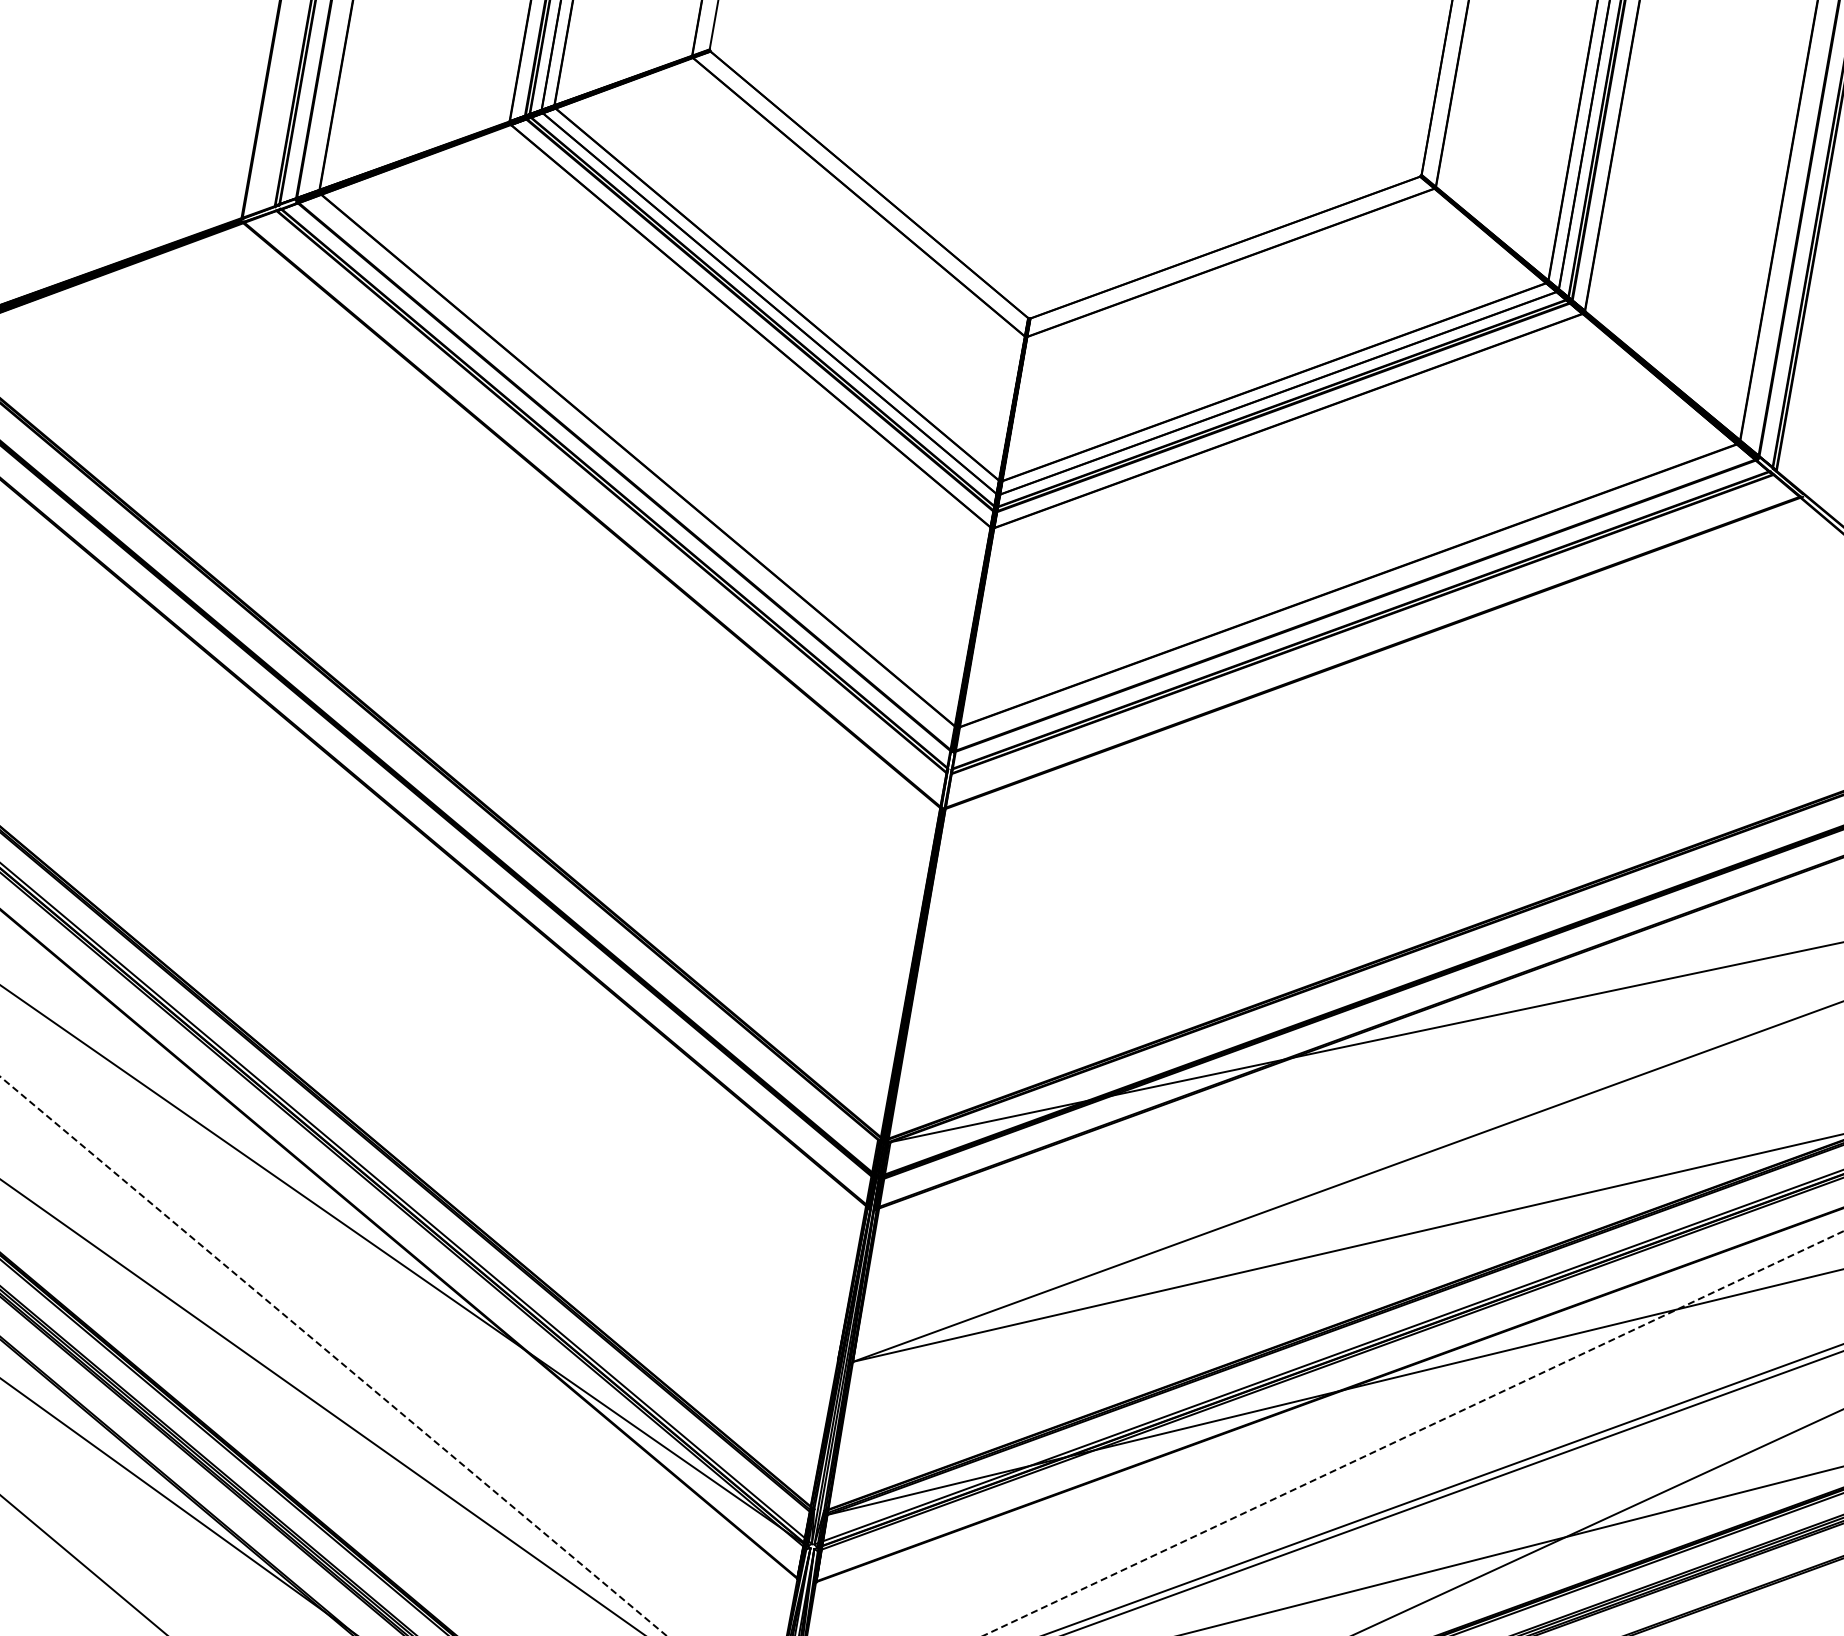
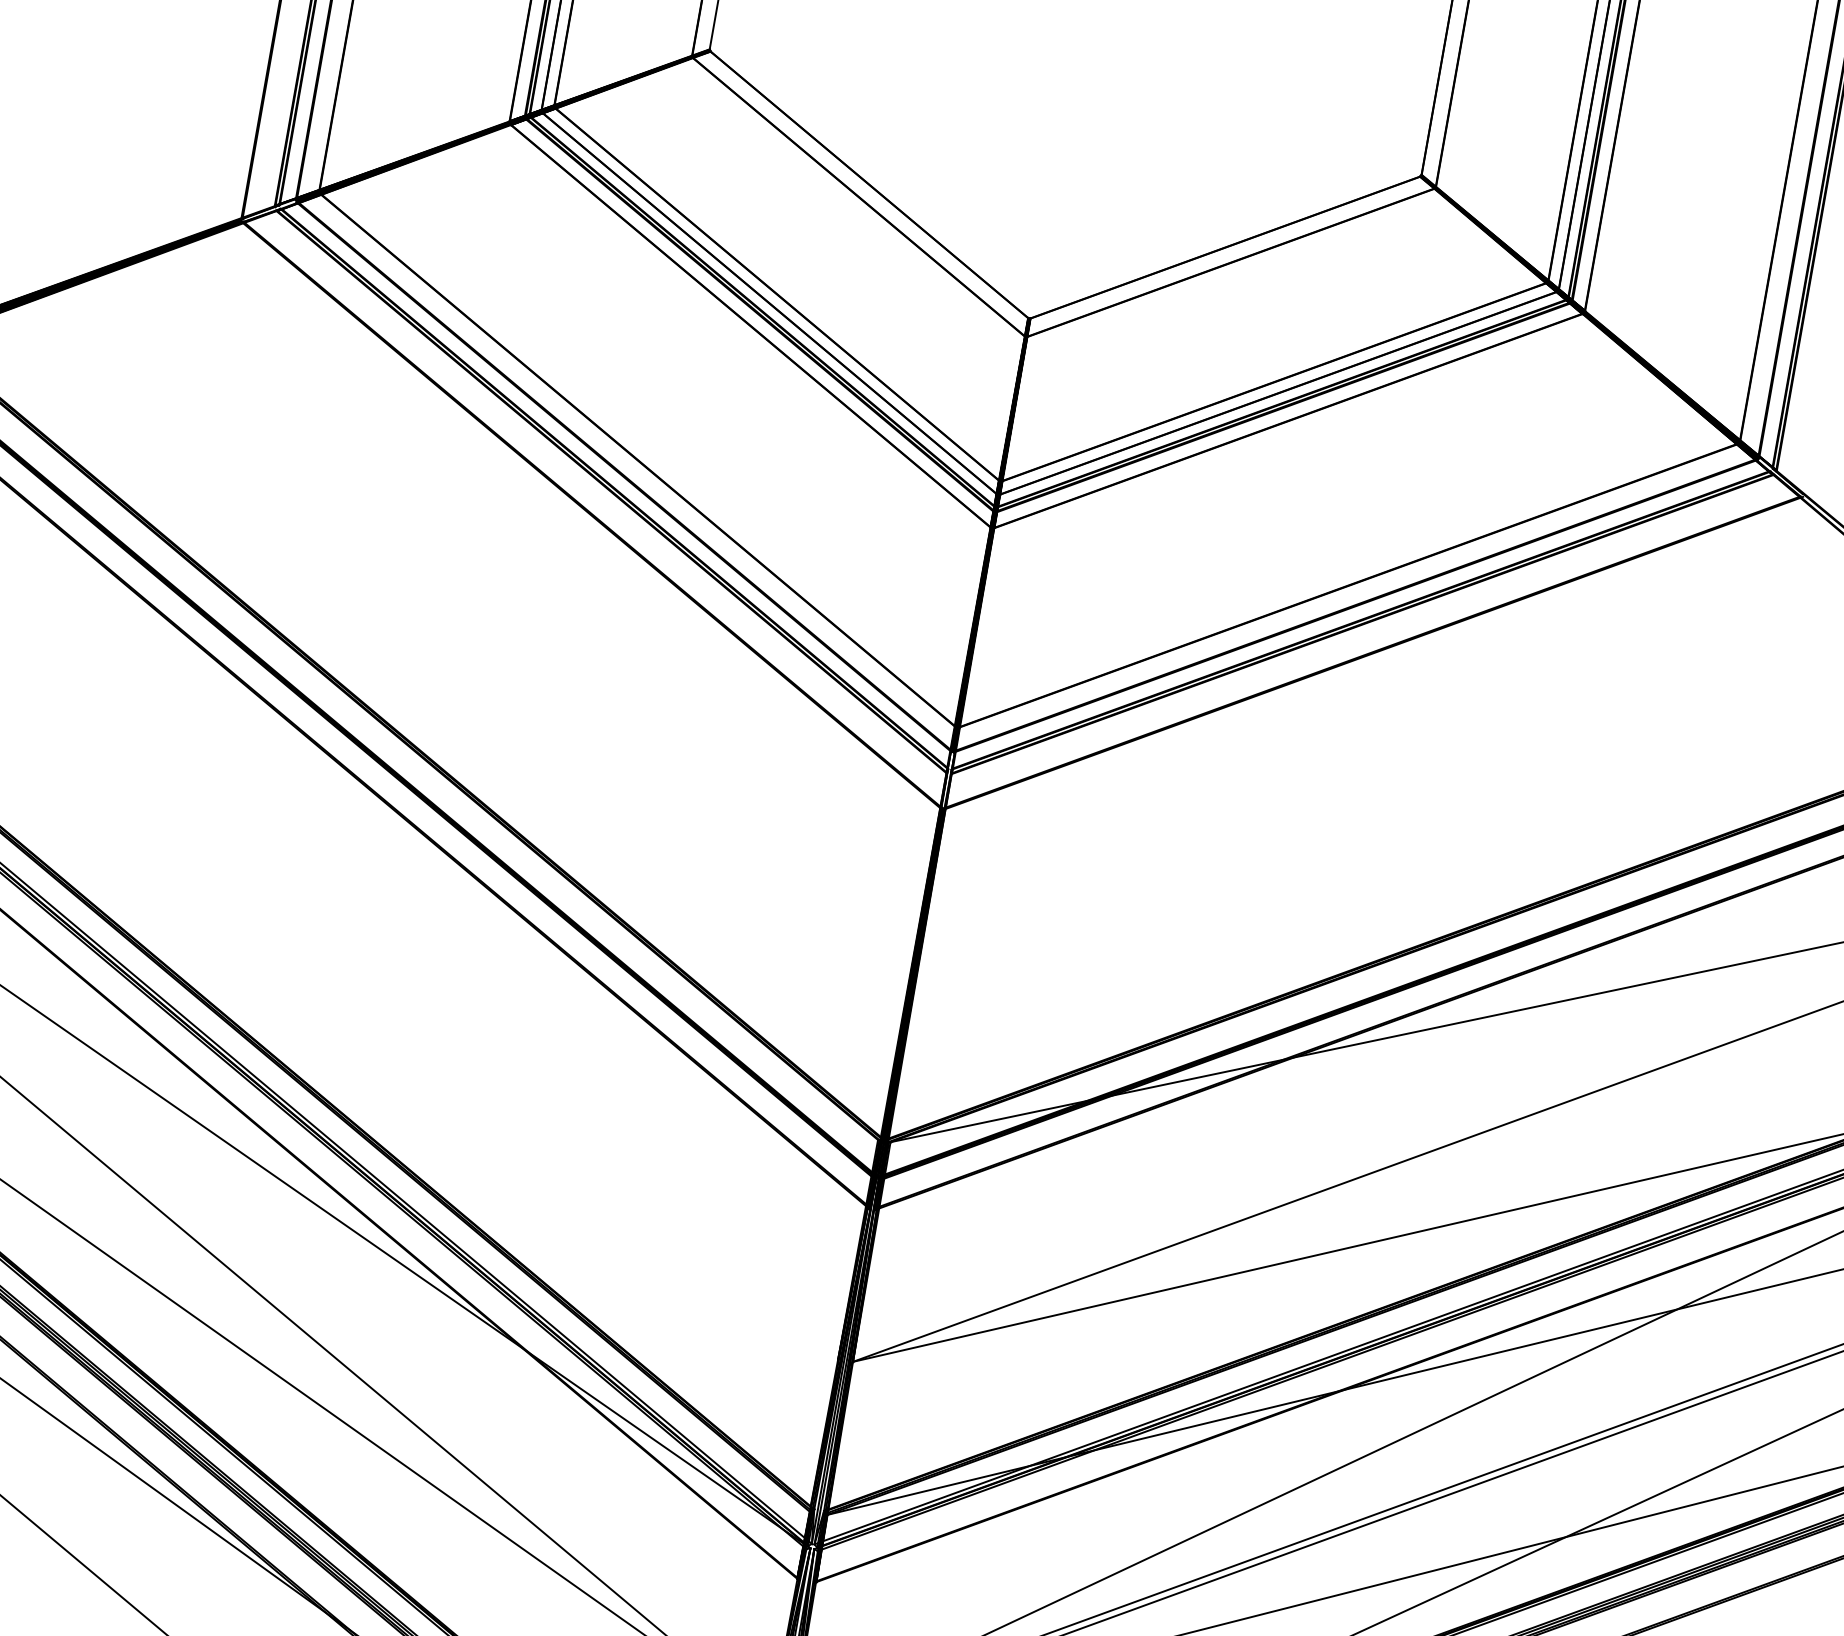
line at (333, 1356): dashed -> solid
line at (1413, 1433): dashed -> solid
